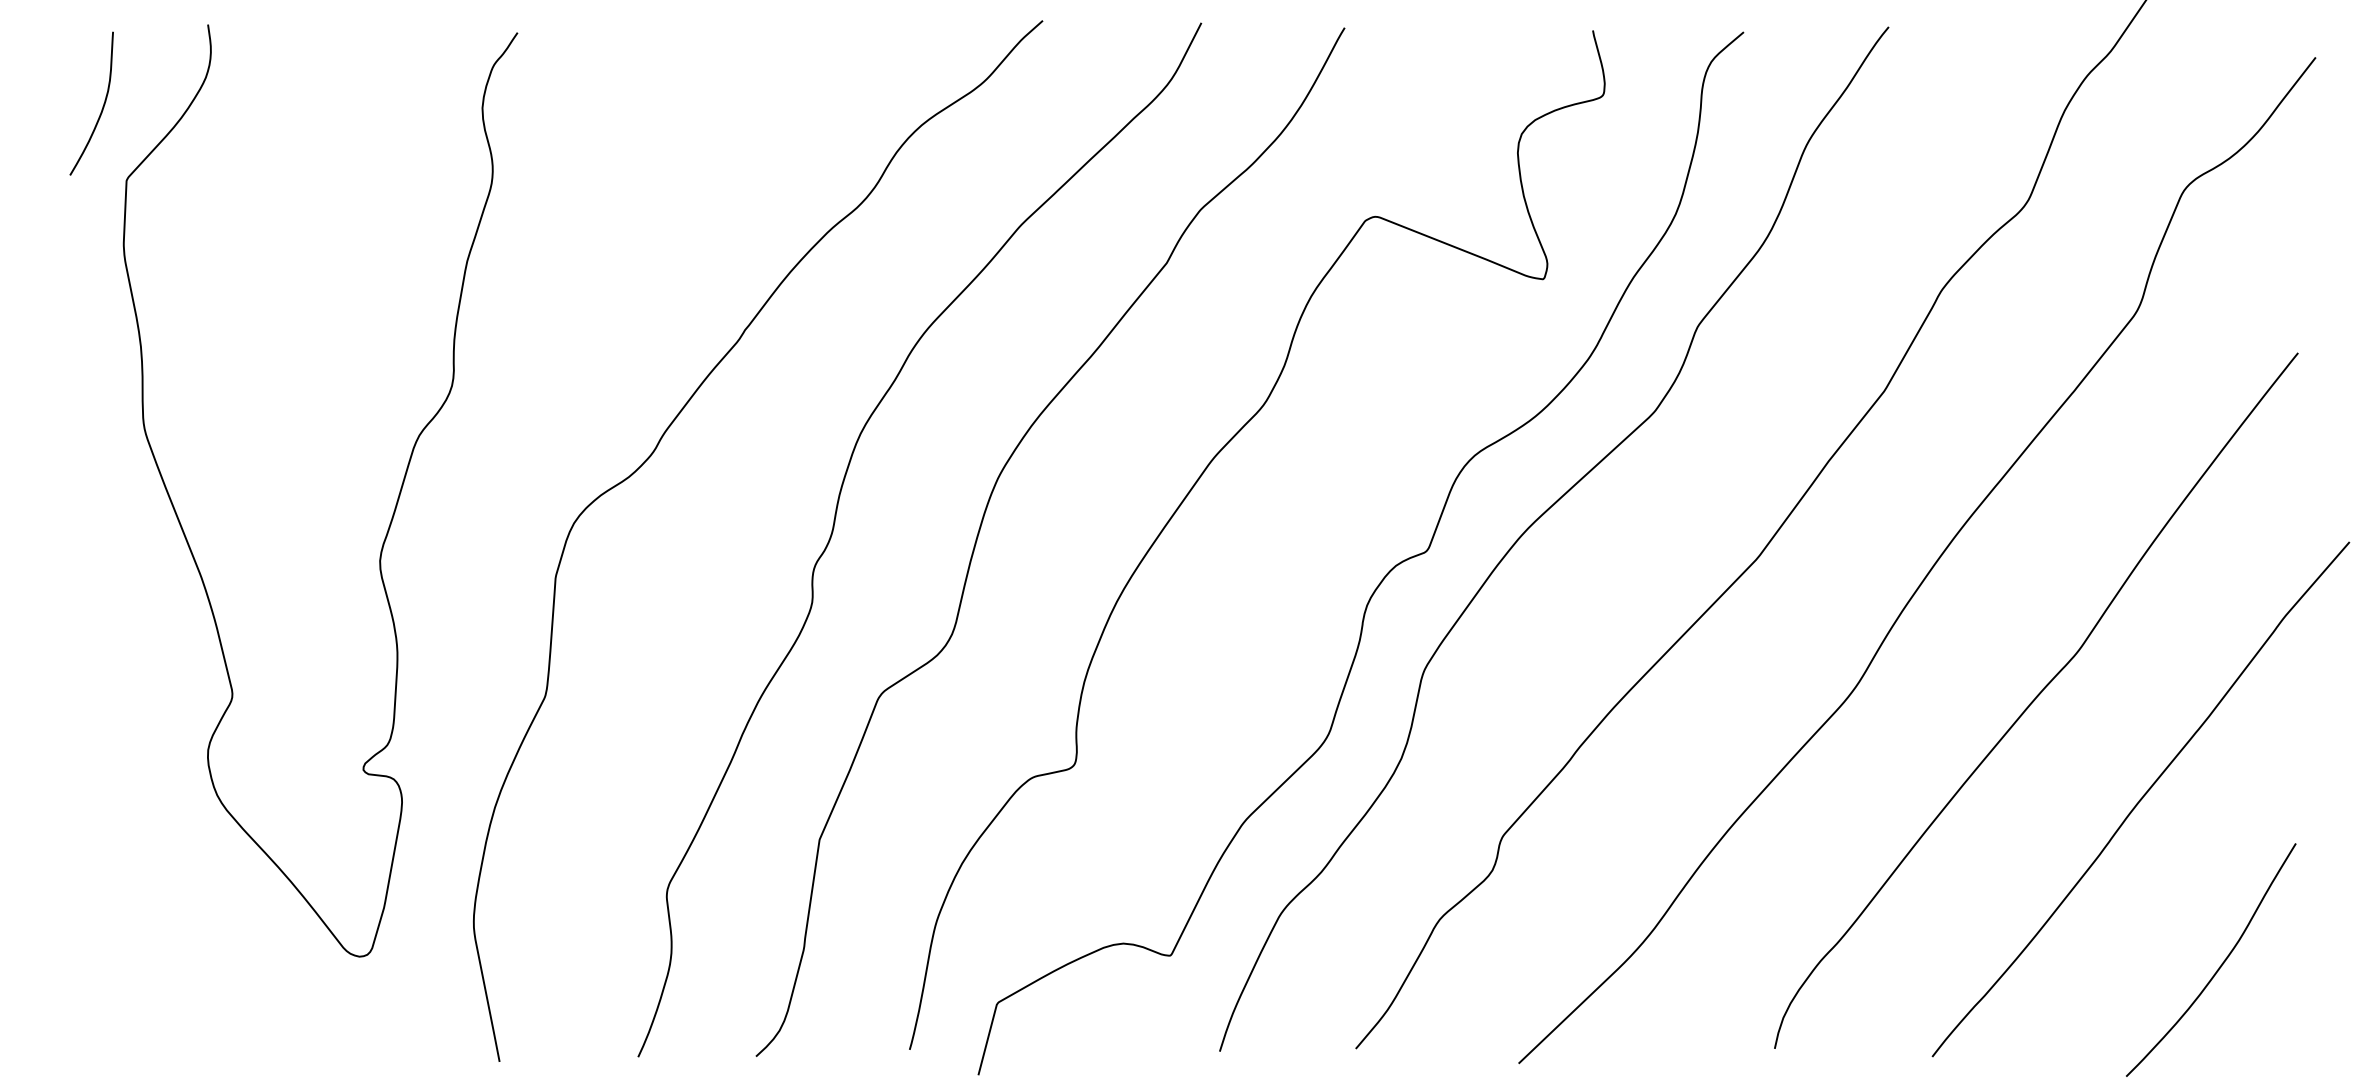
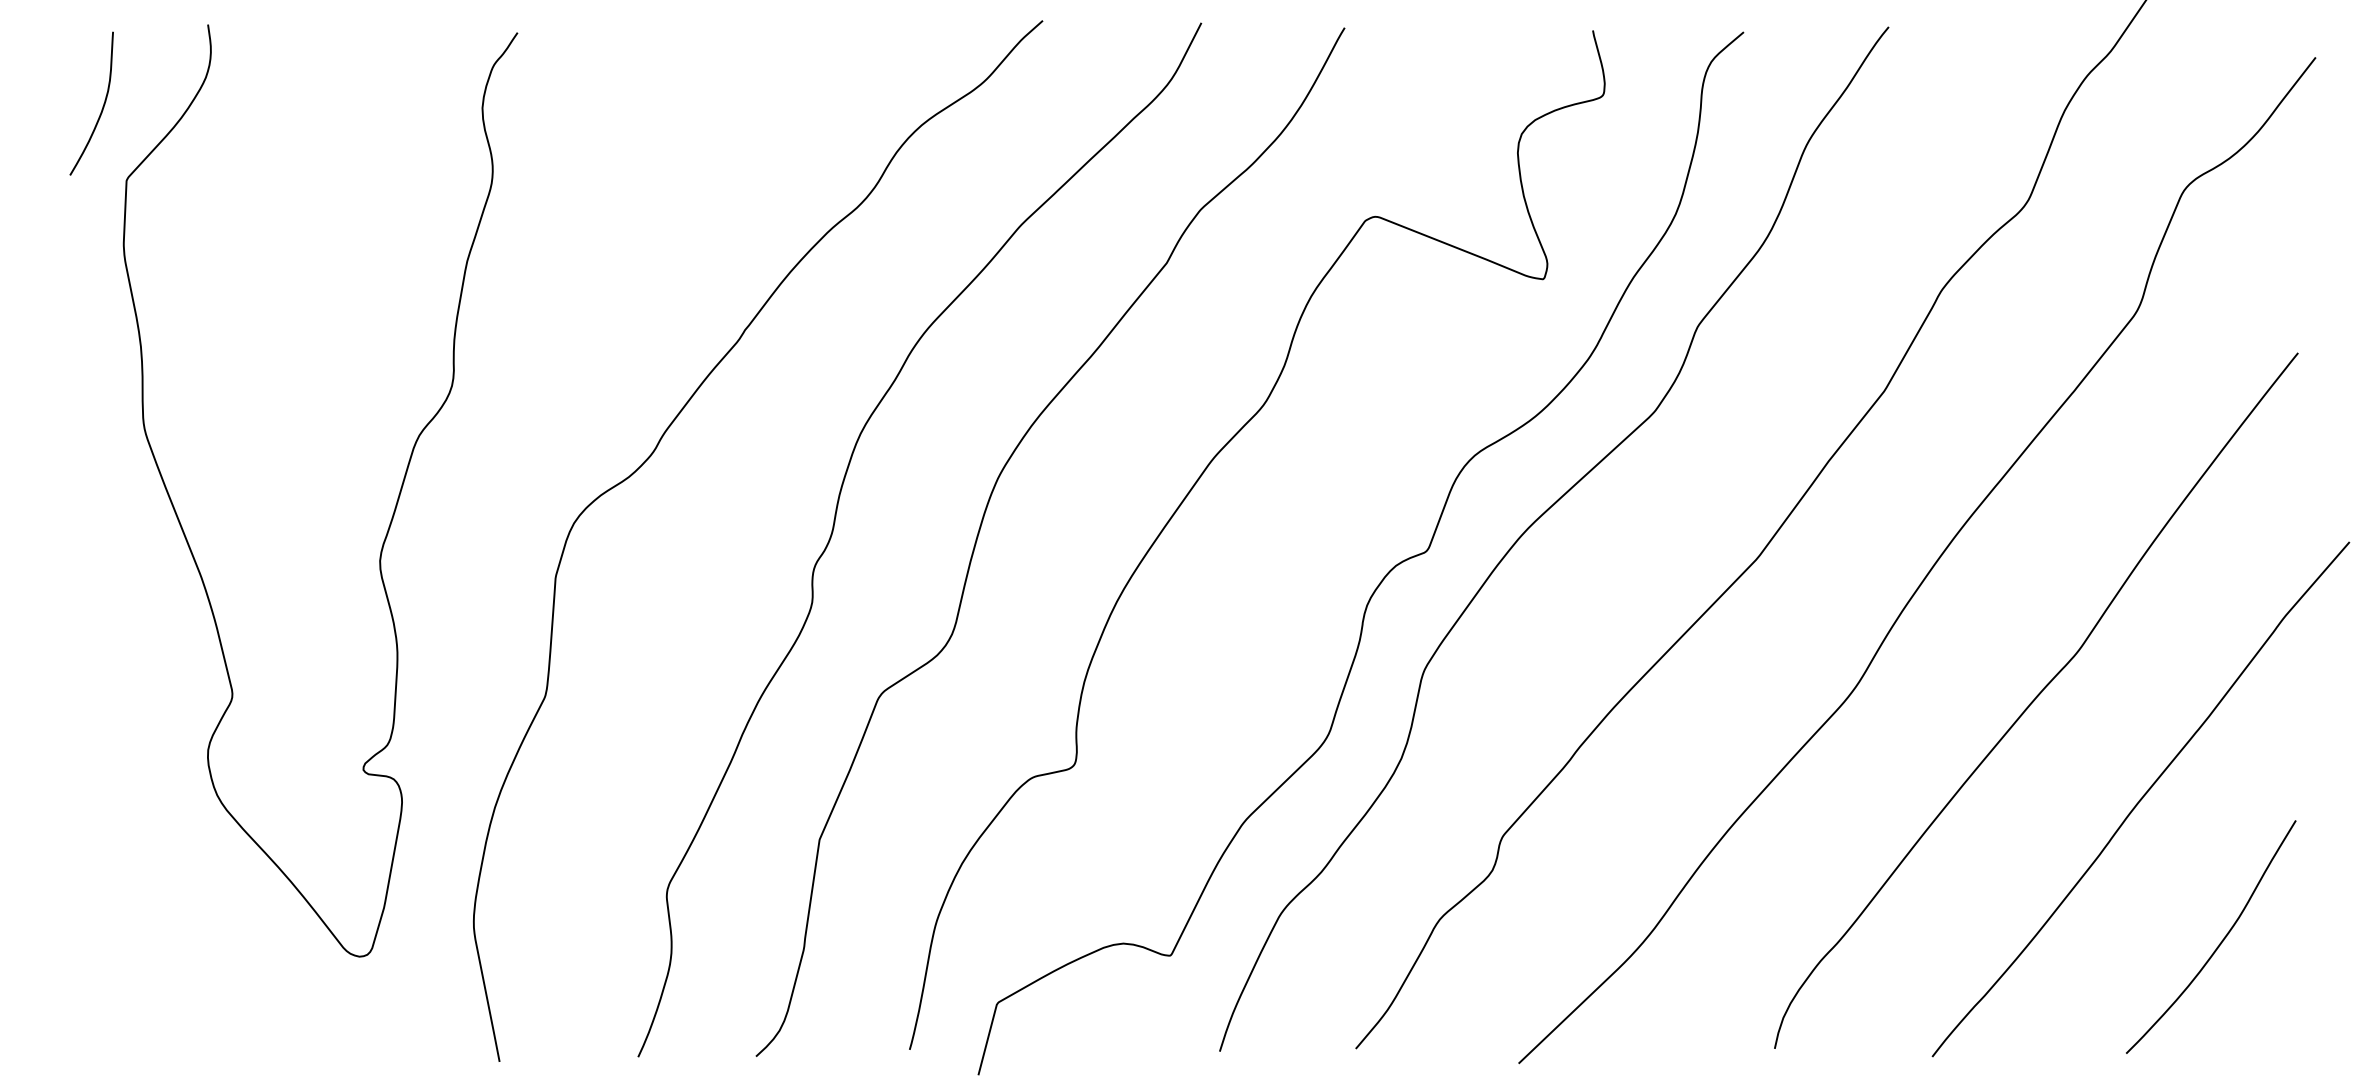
curve at (2219, 966) position: (2219, 966) -> (2219, 943)
